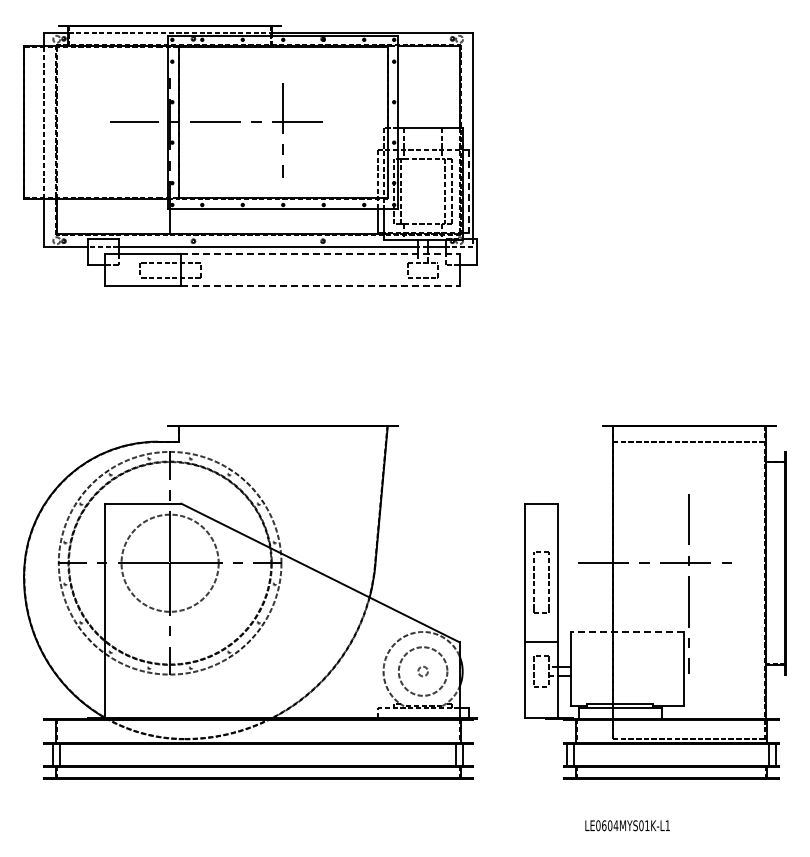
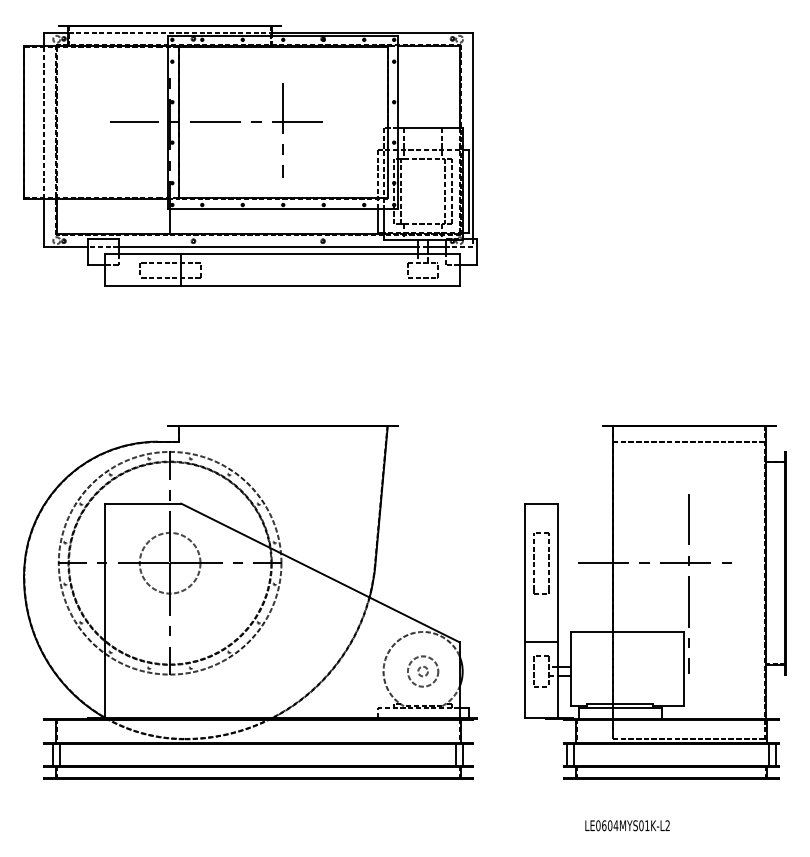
line at (468, 191): dashed -> solid
line at (320, 254): dashed -> solid
line at (320, 286): dashed -> solid
circle at (169, 562) diameter: 97 px -> 61 px
part at (534, 582) position: (534, 582) -> (534, 563)
line at (626, 631): dashed -> solid
circle at (422, 671) diameter: 49 px -> 30 px
text at (667, 825): LE0604MYS01K-L1 -> LE0604MYS01K-L2
